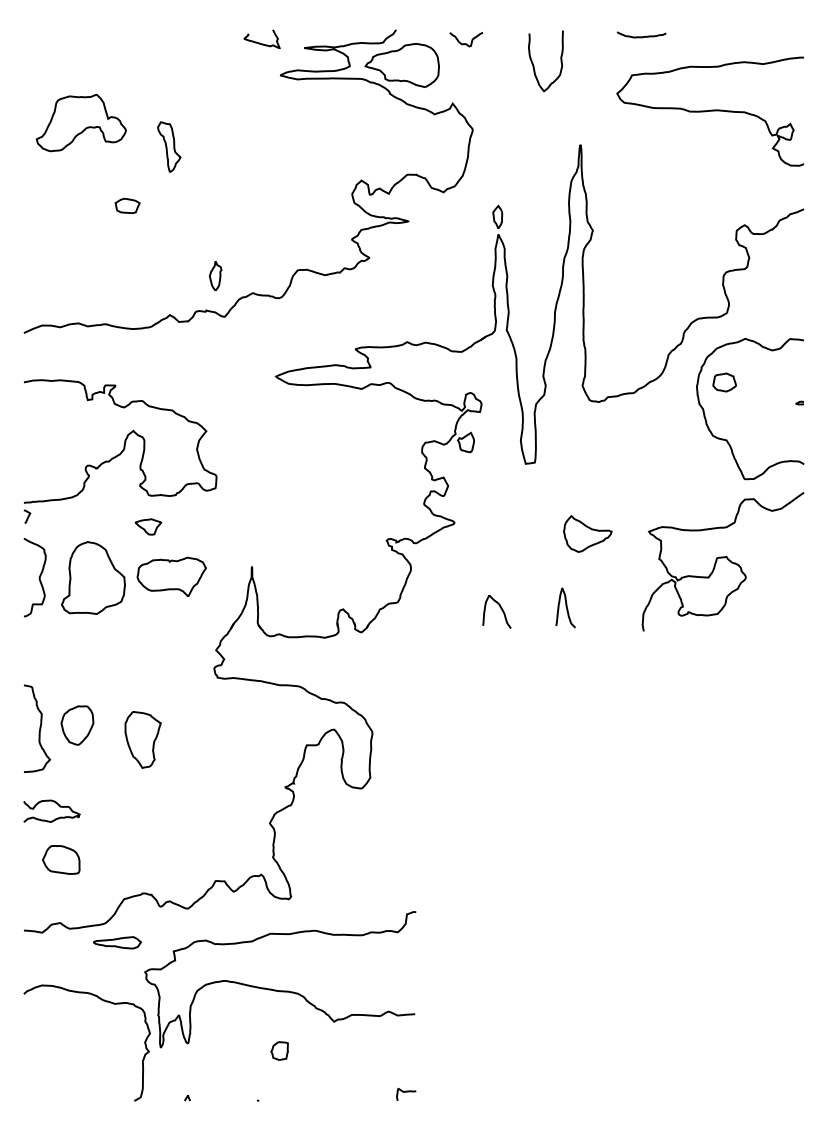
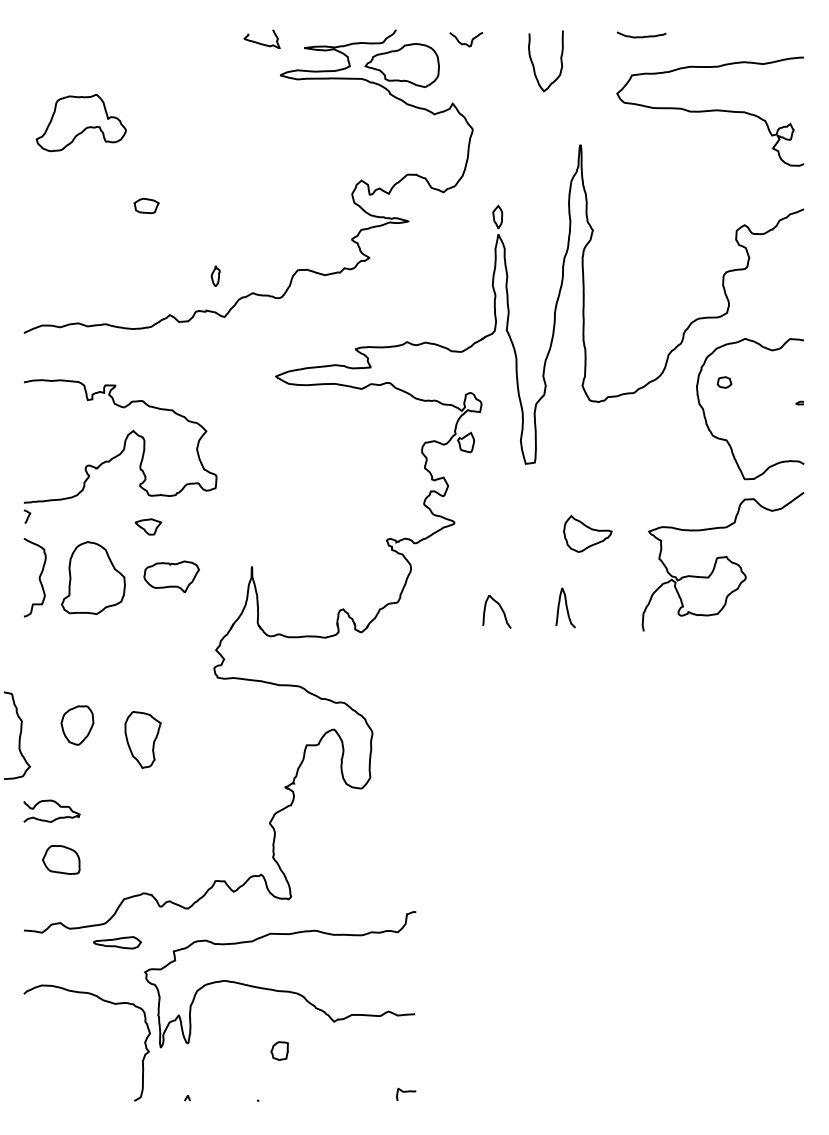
part at (169, 146): present -> none
part at (127, 205) position: (127, 205) -> (146, 205)
part at (215, 276) size: 14x31 px -> 11x22 px
part at (724, 382) size: 25x21 px -> 17x13 px
part at (171, 576) size: 71x41 px -> 57x33 px
curve at (39, 728) position: (39, 728) -> (19, 735)
